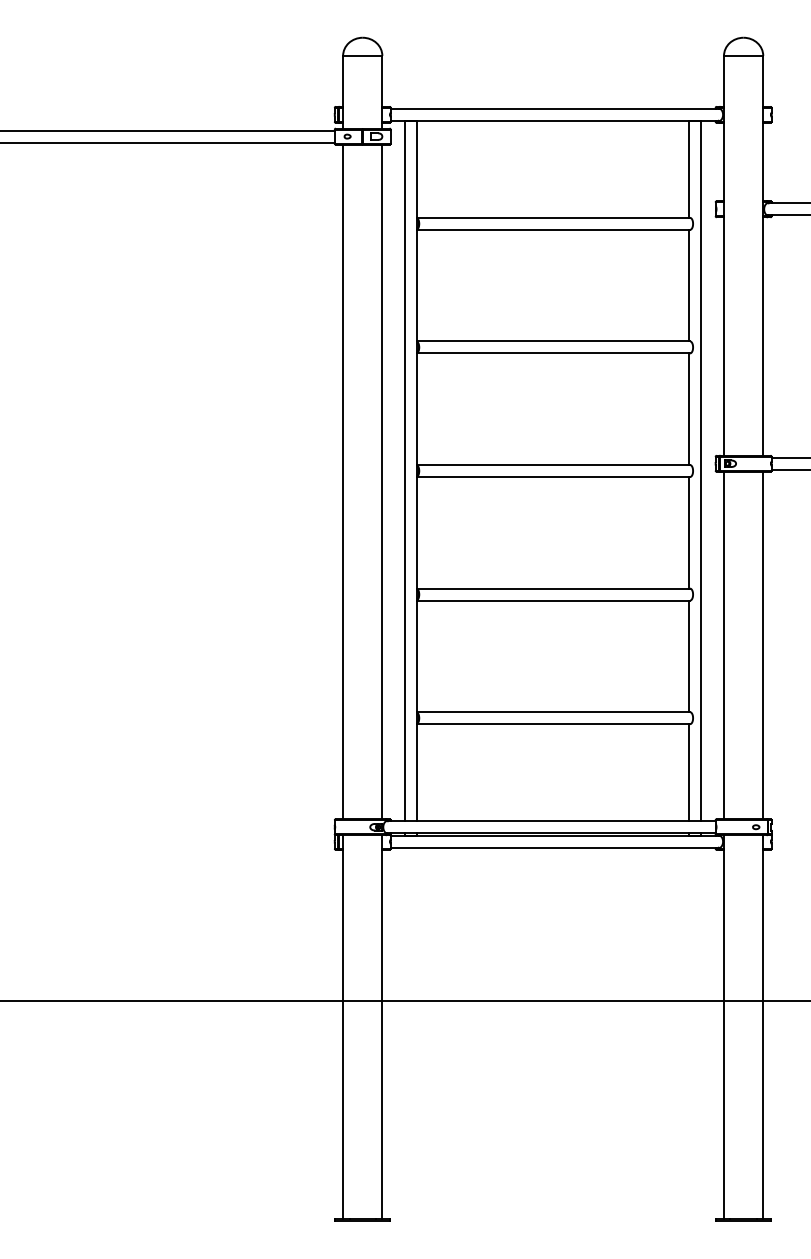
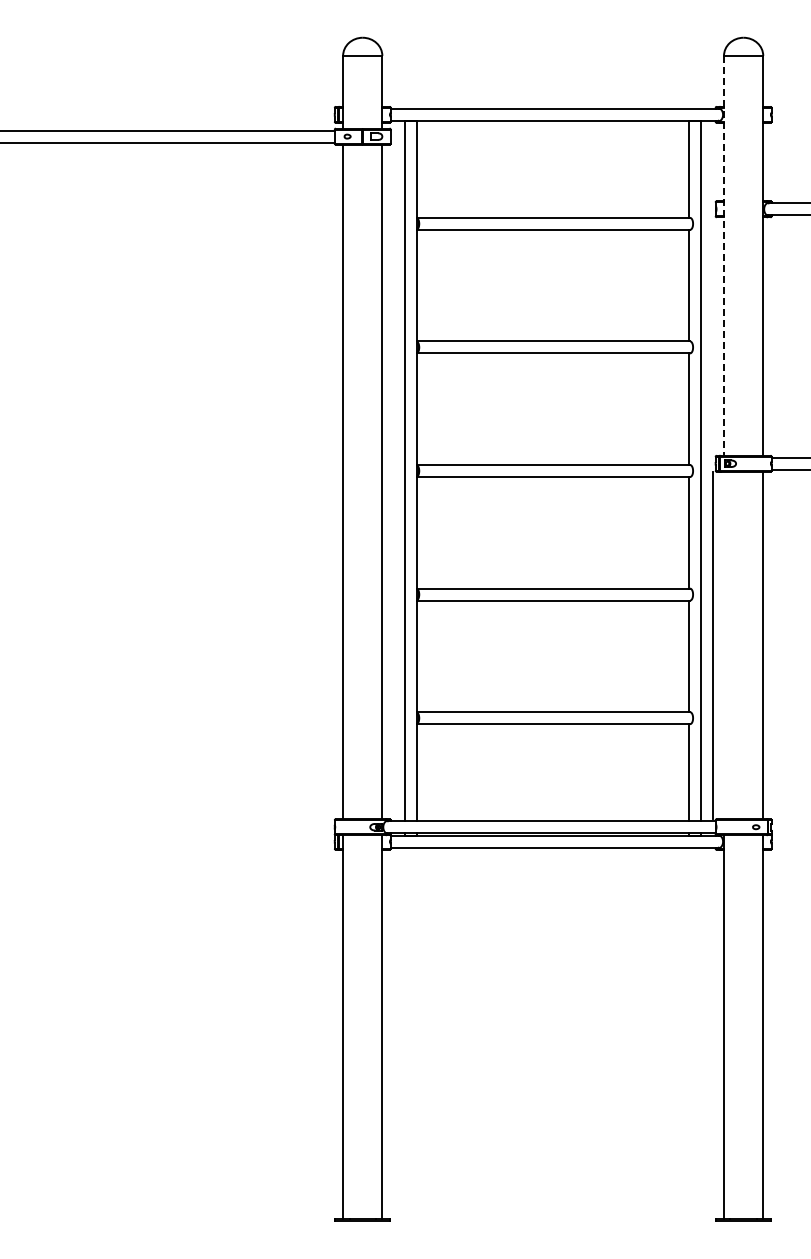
line at (724, 255): solid -> dashed
line at (724, 645) position: (724, 645) -> (713, 645)
line at (404, 1000): present -> none
